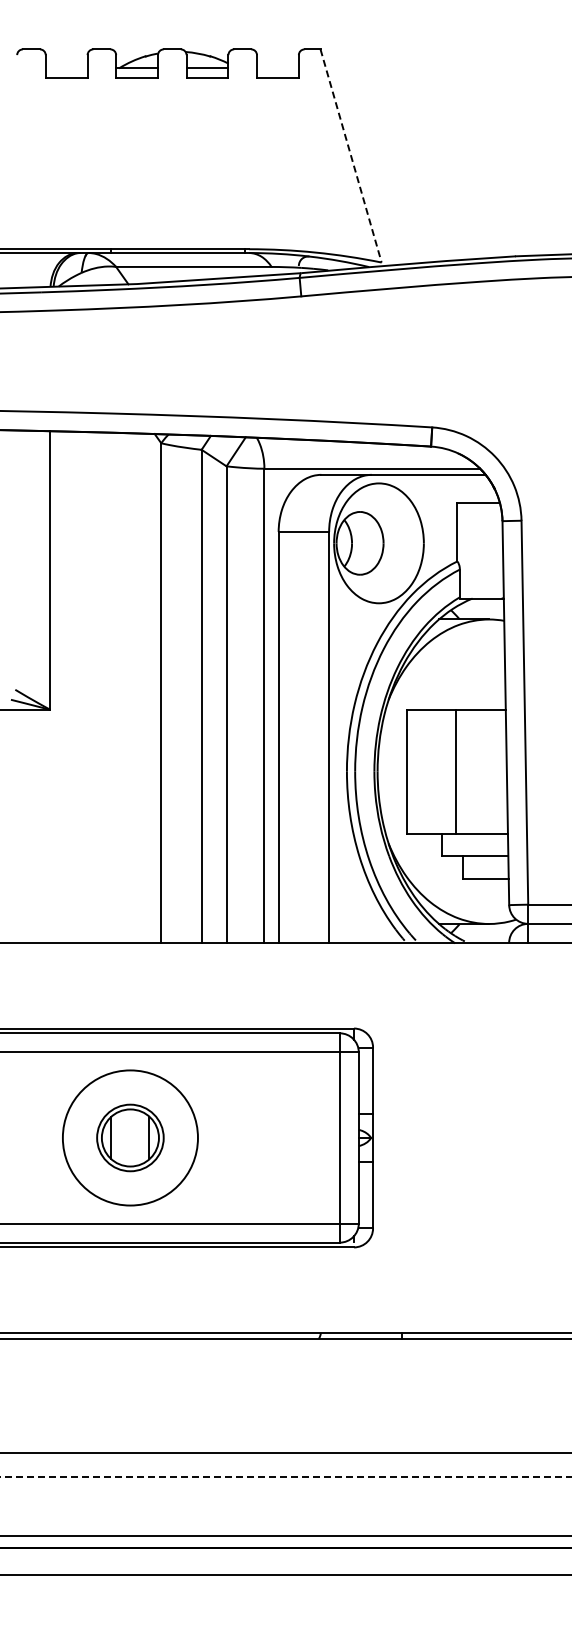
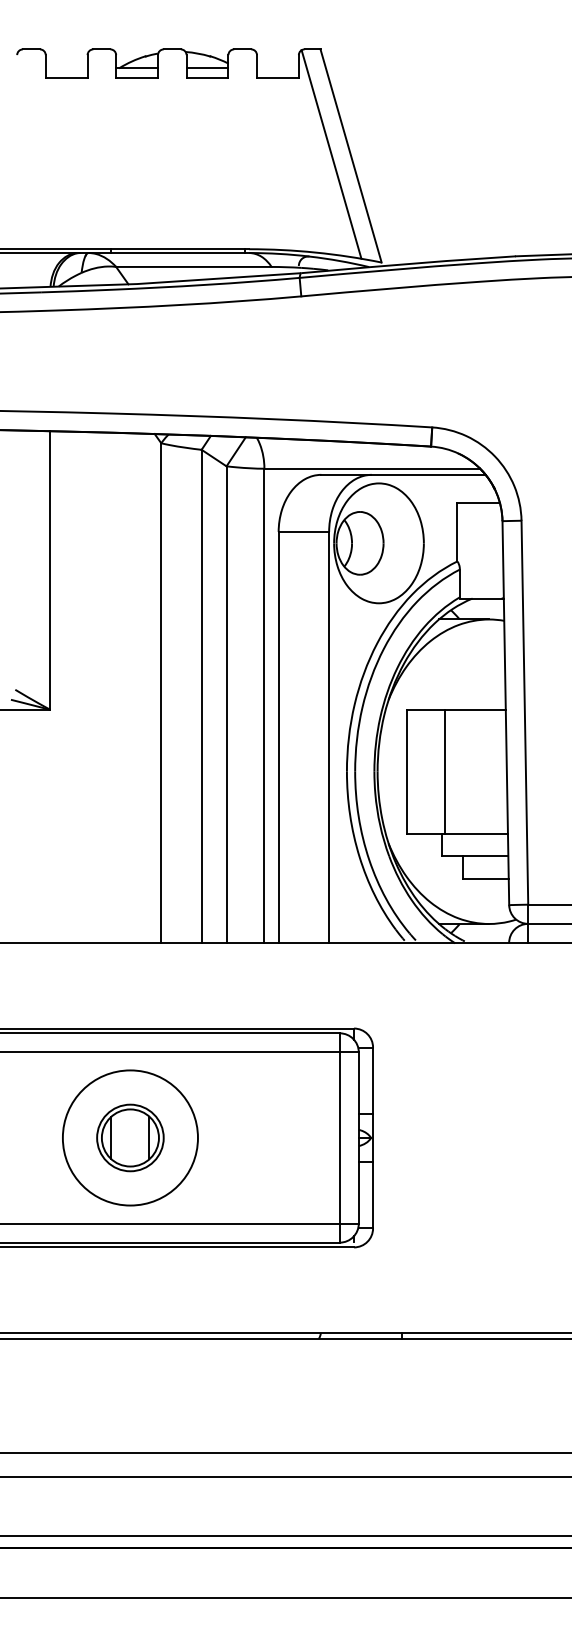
line at (331, 154): none -> present
line at (351, 155): dashed -> solid
line at (455, 771) position: (455, 771) -> (444, 771)
line at (285, 1477): dashed -> solid
line at (285, 1574) position: (285, 1574) -> (285, 1597)
